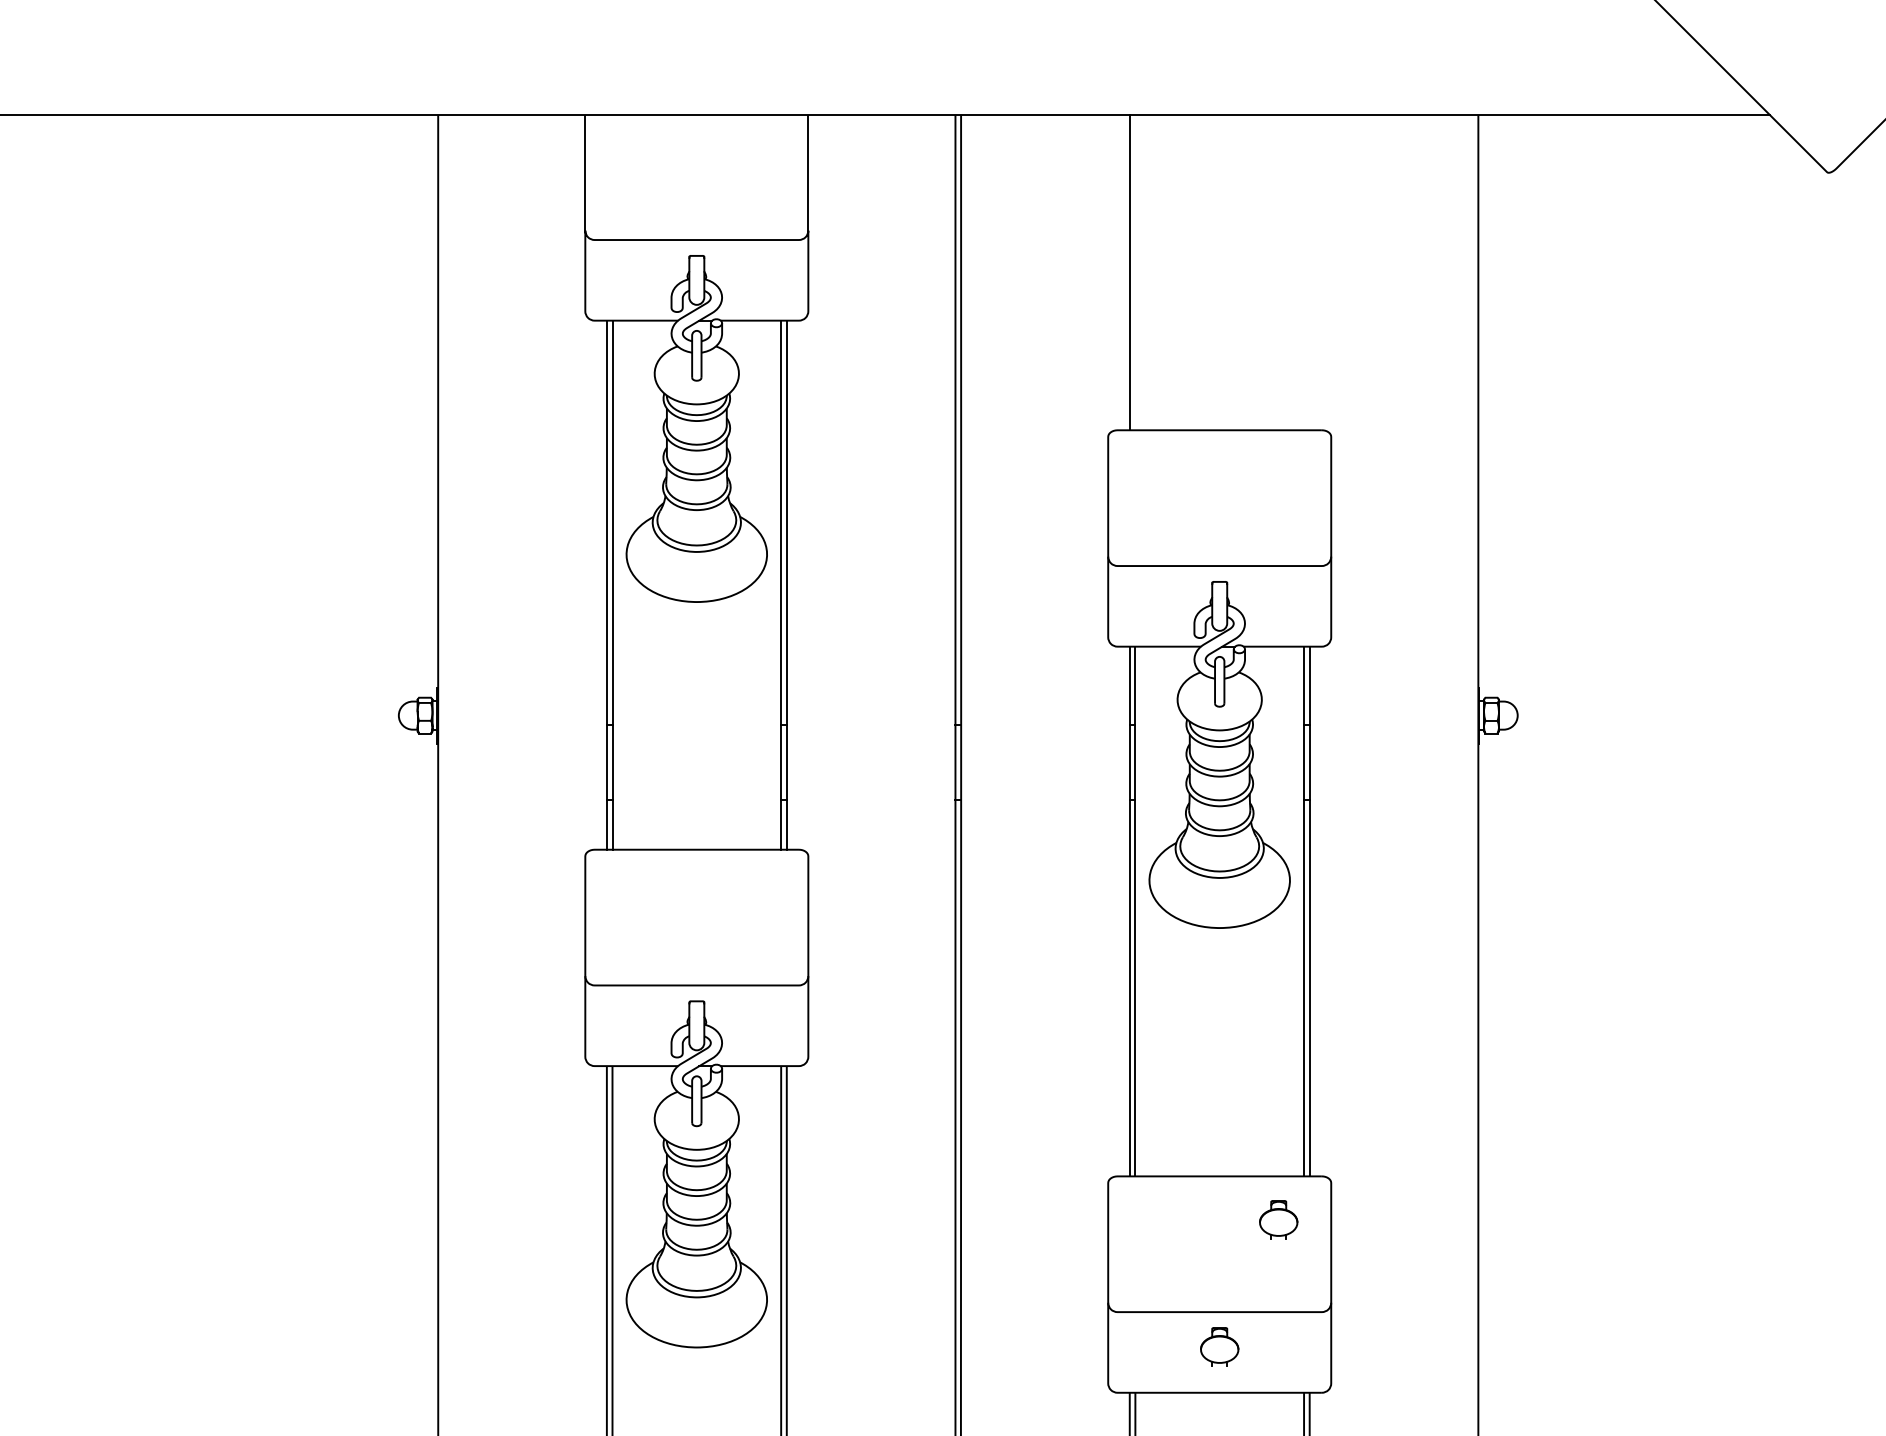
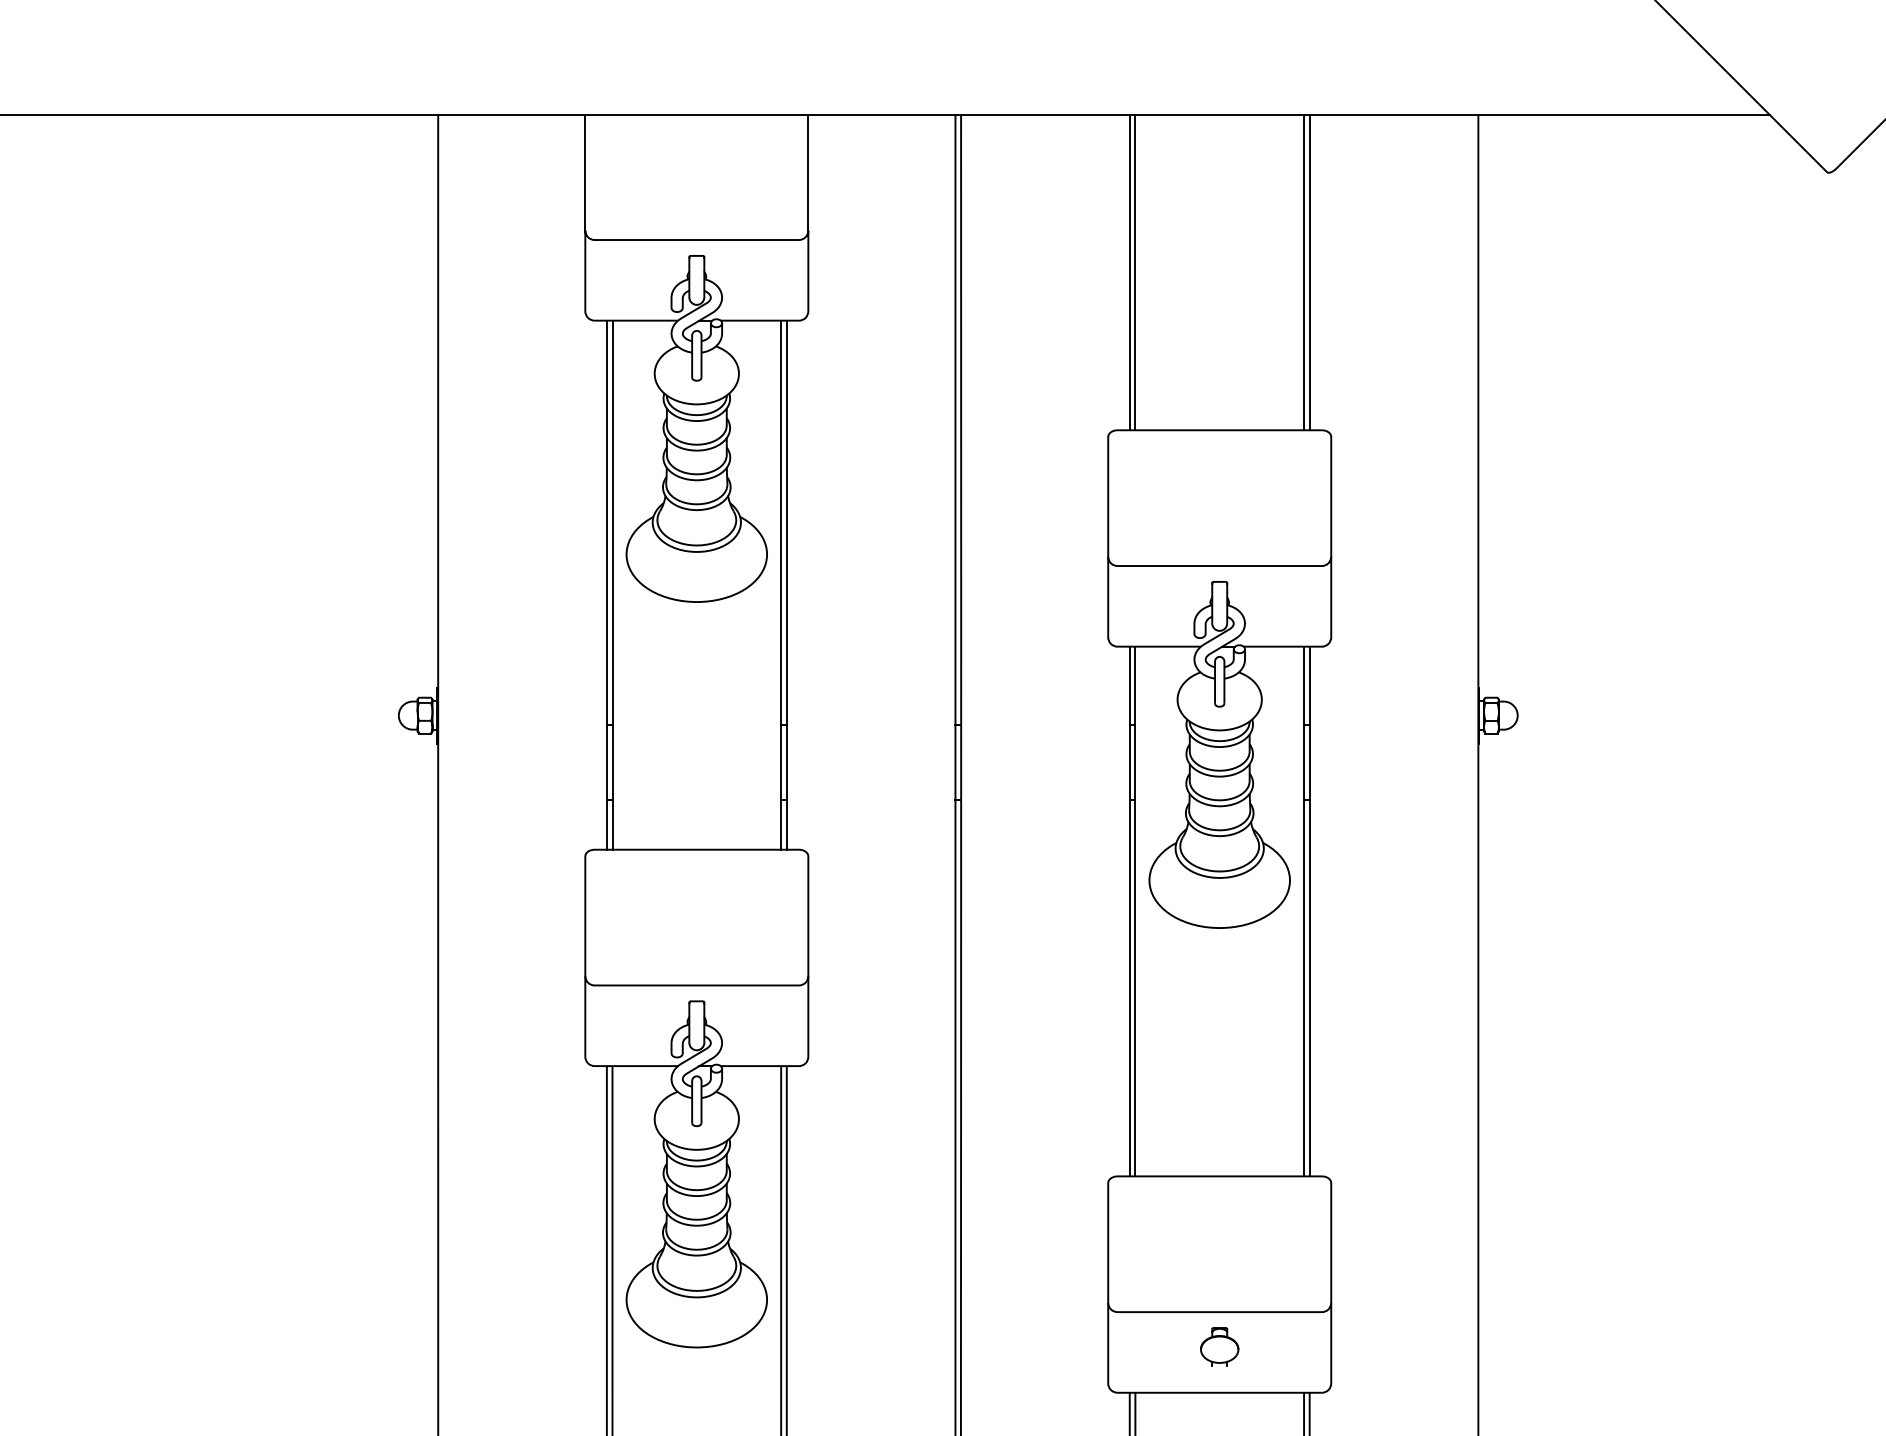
line at (1135, 272): none -> present
line at (1304, 272): none -> present
line at (1309, 272): none -> present
part at (1278, 1219): present -> none
